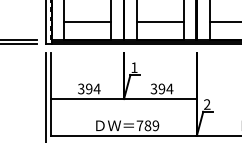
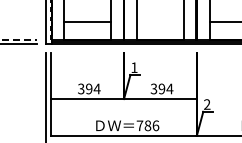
line at (159, 22): present -> none
line at (19, 39): solid -> dashed
text at (155, 125): 789 -> 786
